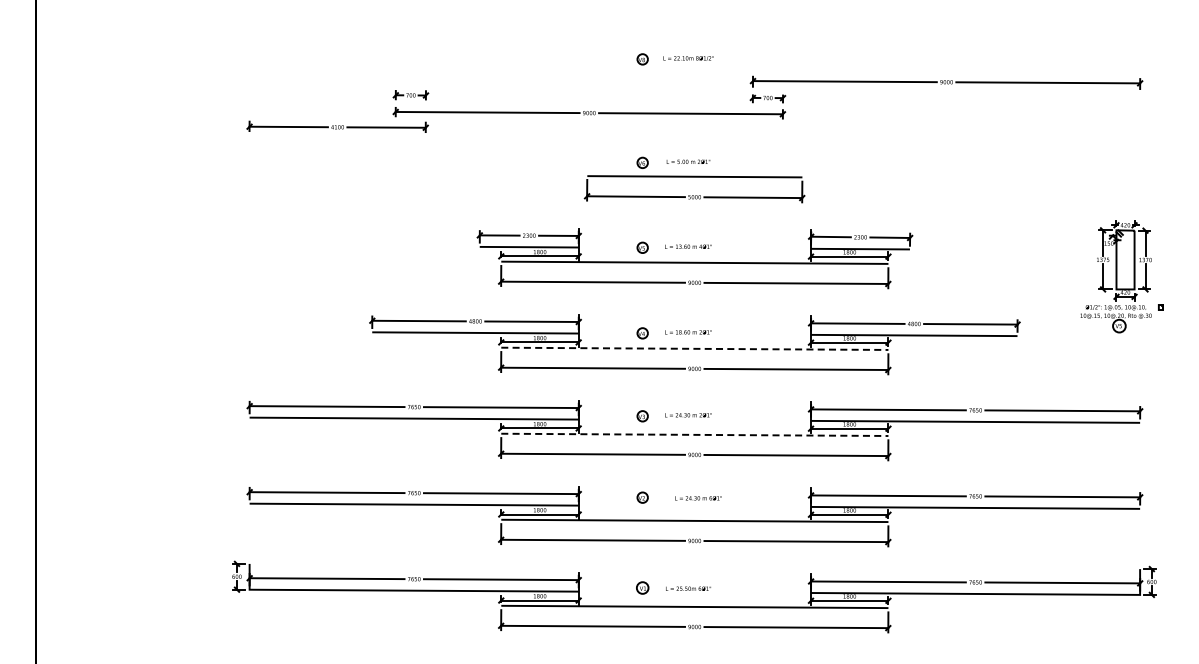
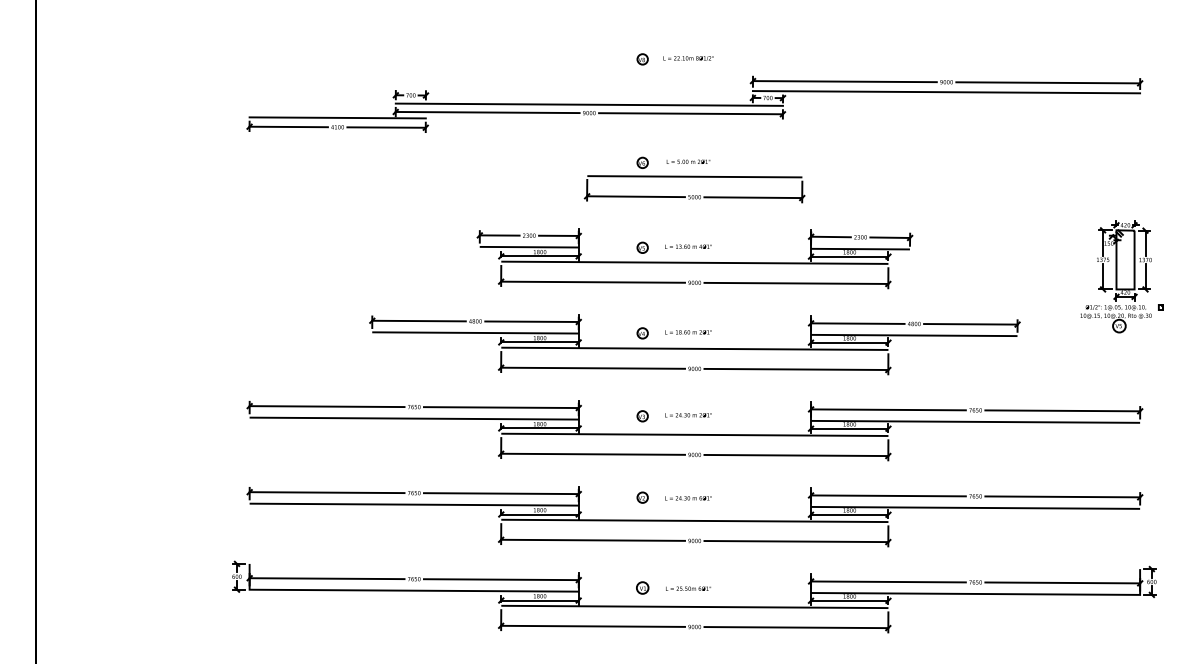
line at (946, 92): none -> present
line at (588, 104): none -> present
line at (337, 117): none -> present
line at (694, 348): dashed -> solid
line at (694, 434): dashed -> solid
text at (698, 498) position: (698, 498) -> (688, 498)
